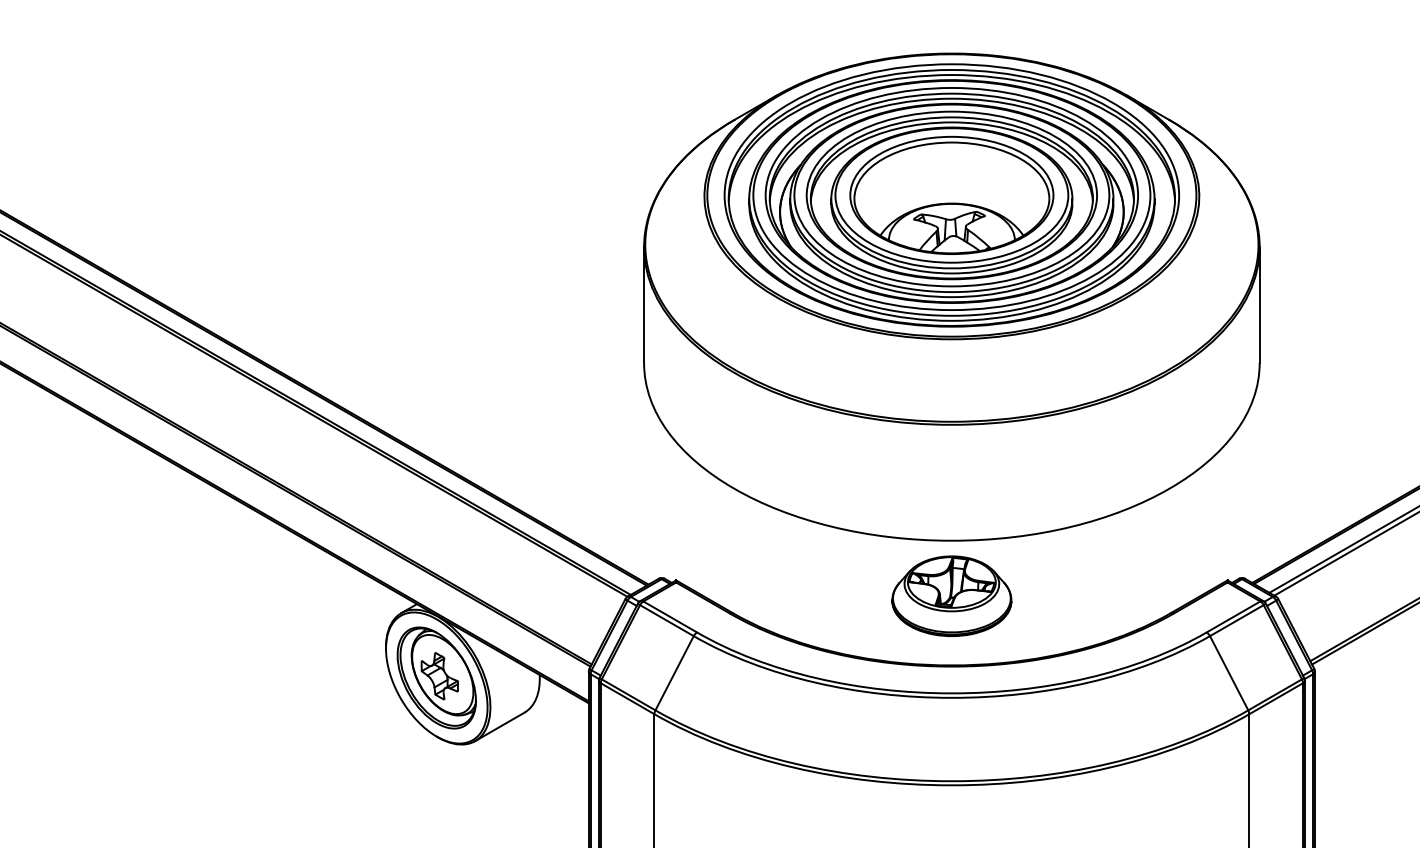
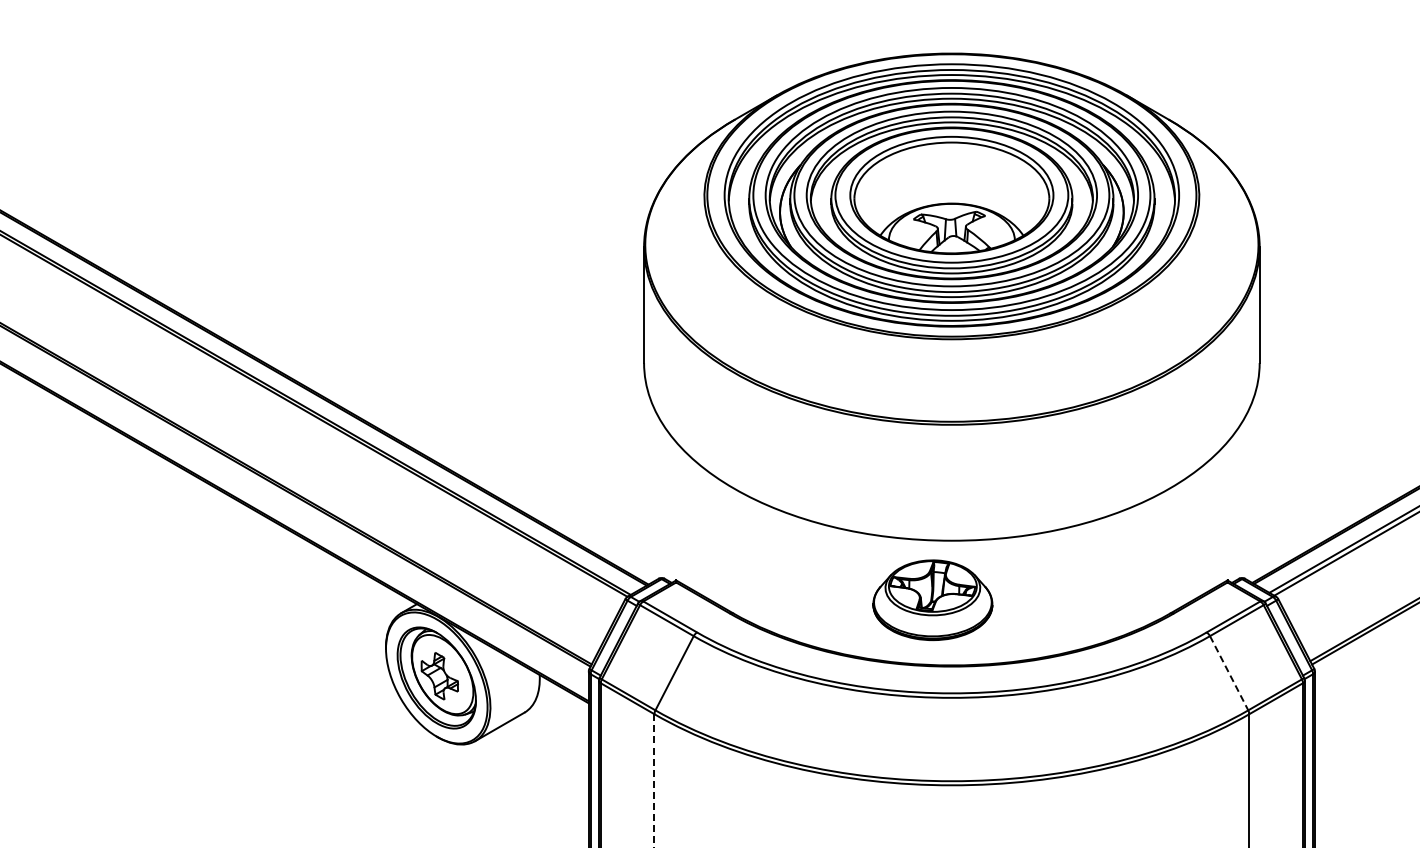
part at (951, 596) position: (951, 596) -> (932, 600)
line at (1229, 673): solid -> dashed
line at (654, 781): solid -> dashed
